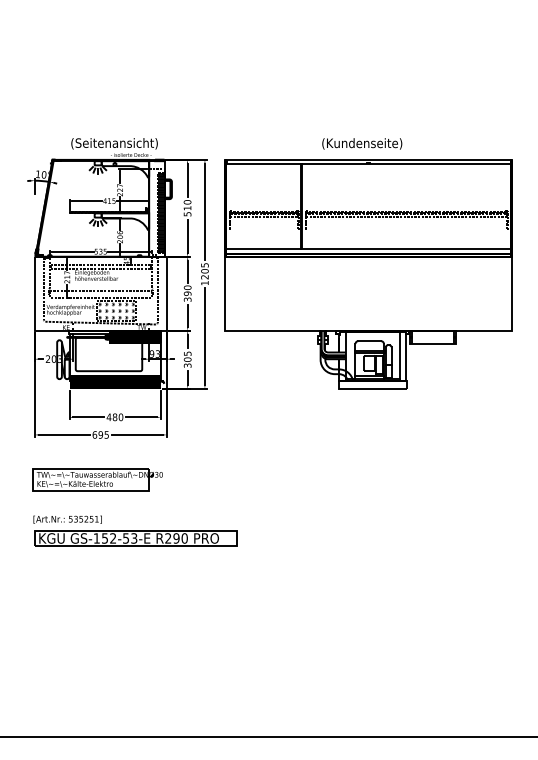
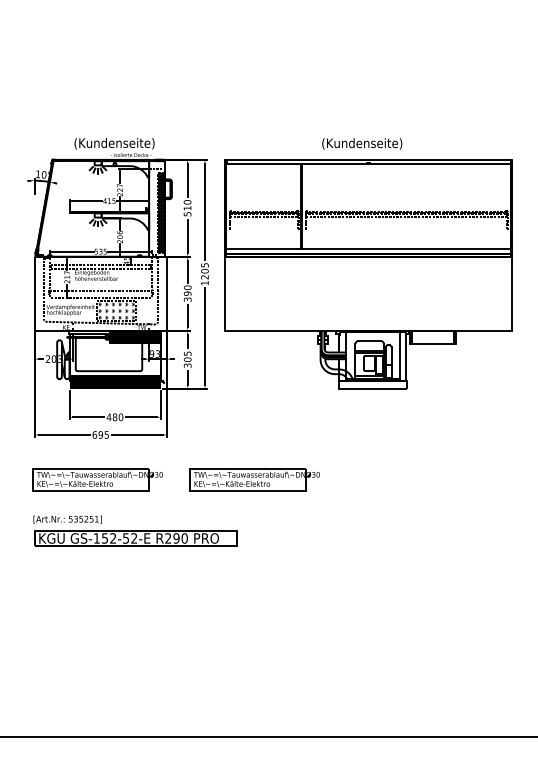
text at (114, 143): (Seitenansicht) -> (Kundenseite)
part at (254, 479): none -> present
text at (134, 538): GS-152-53-E -> GS-152-52-E
